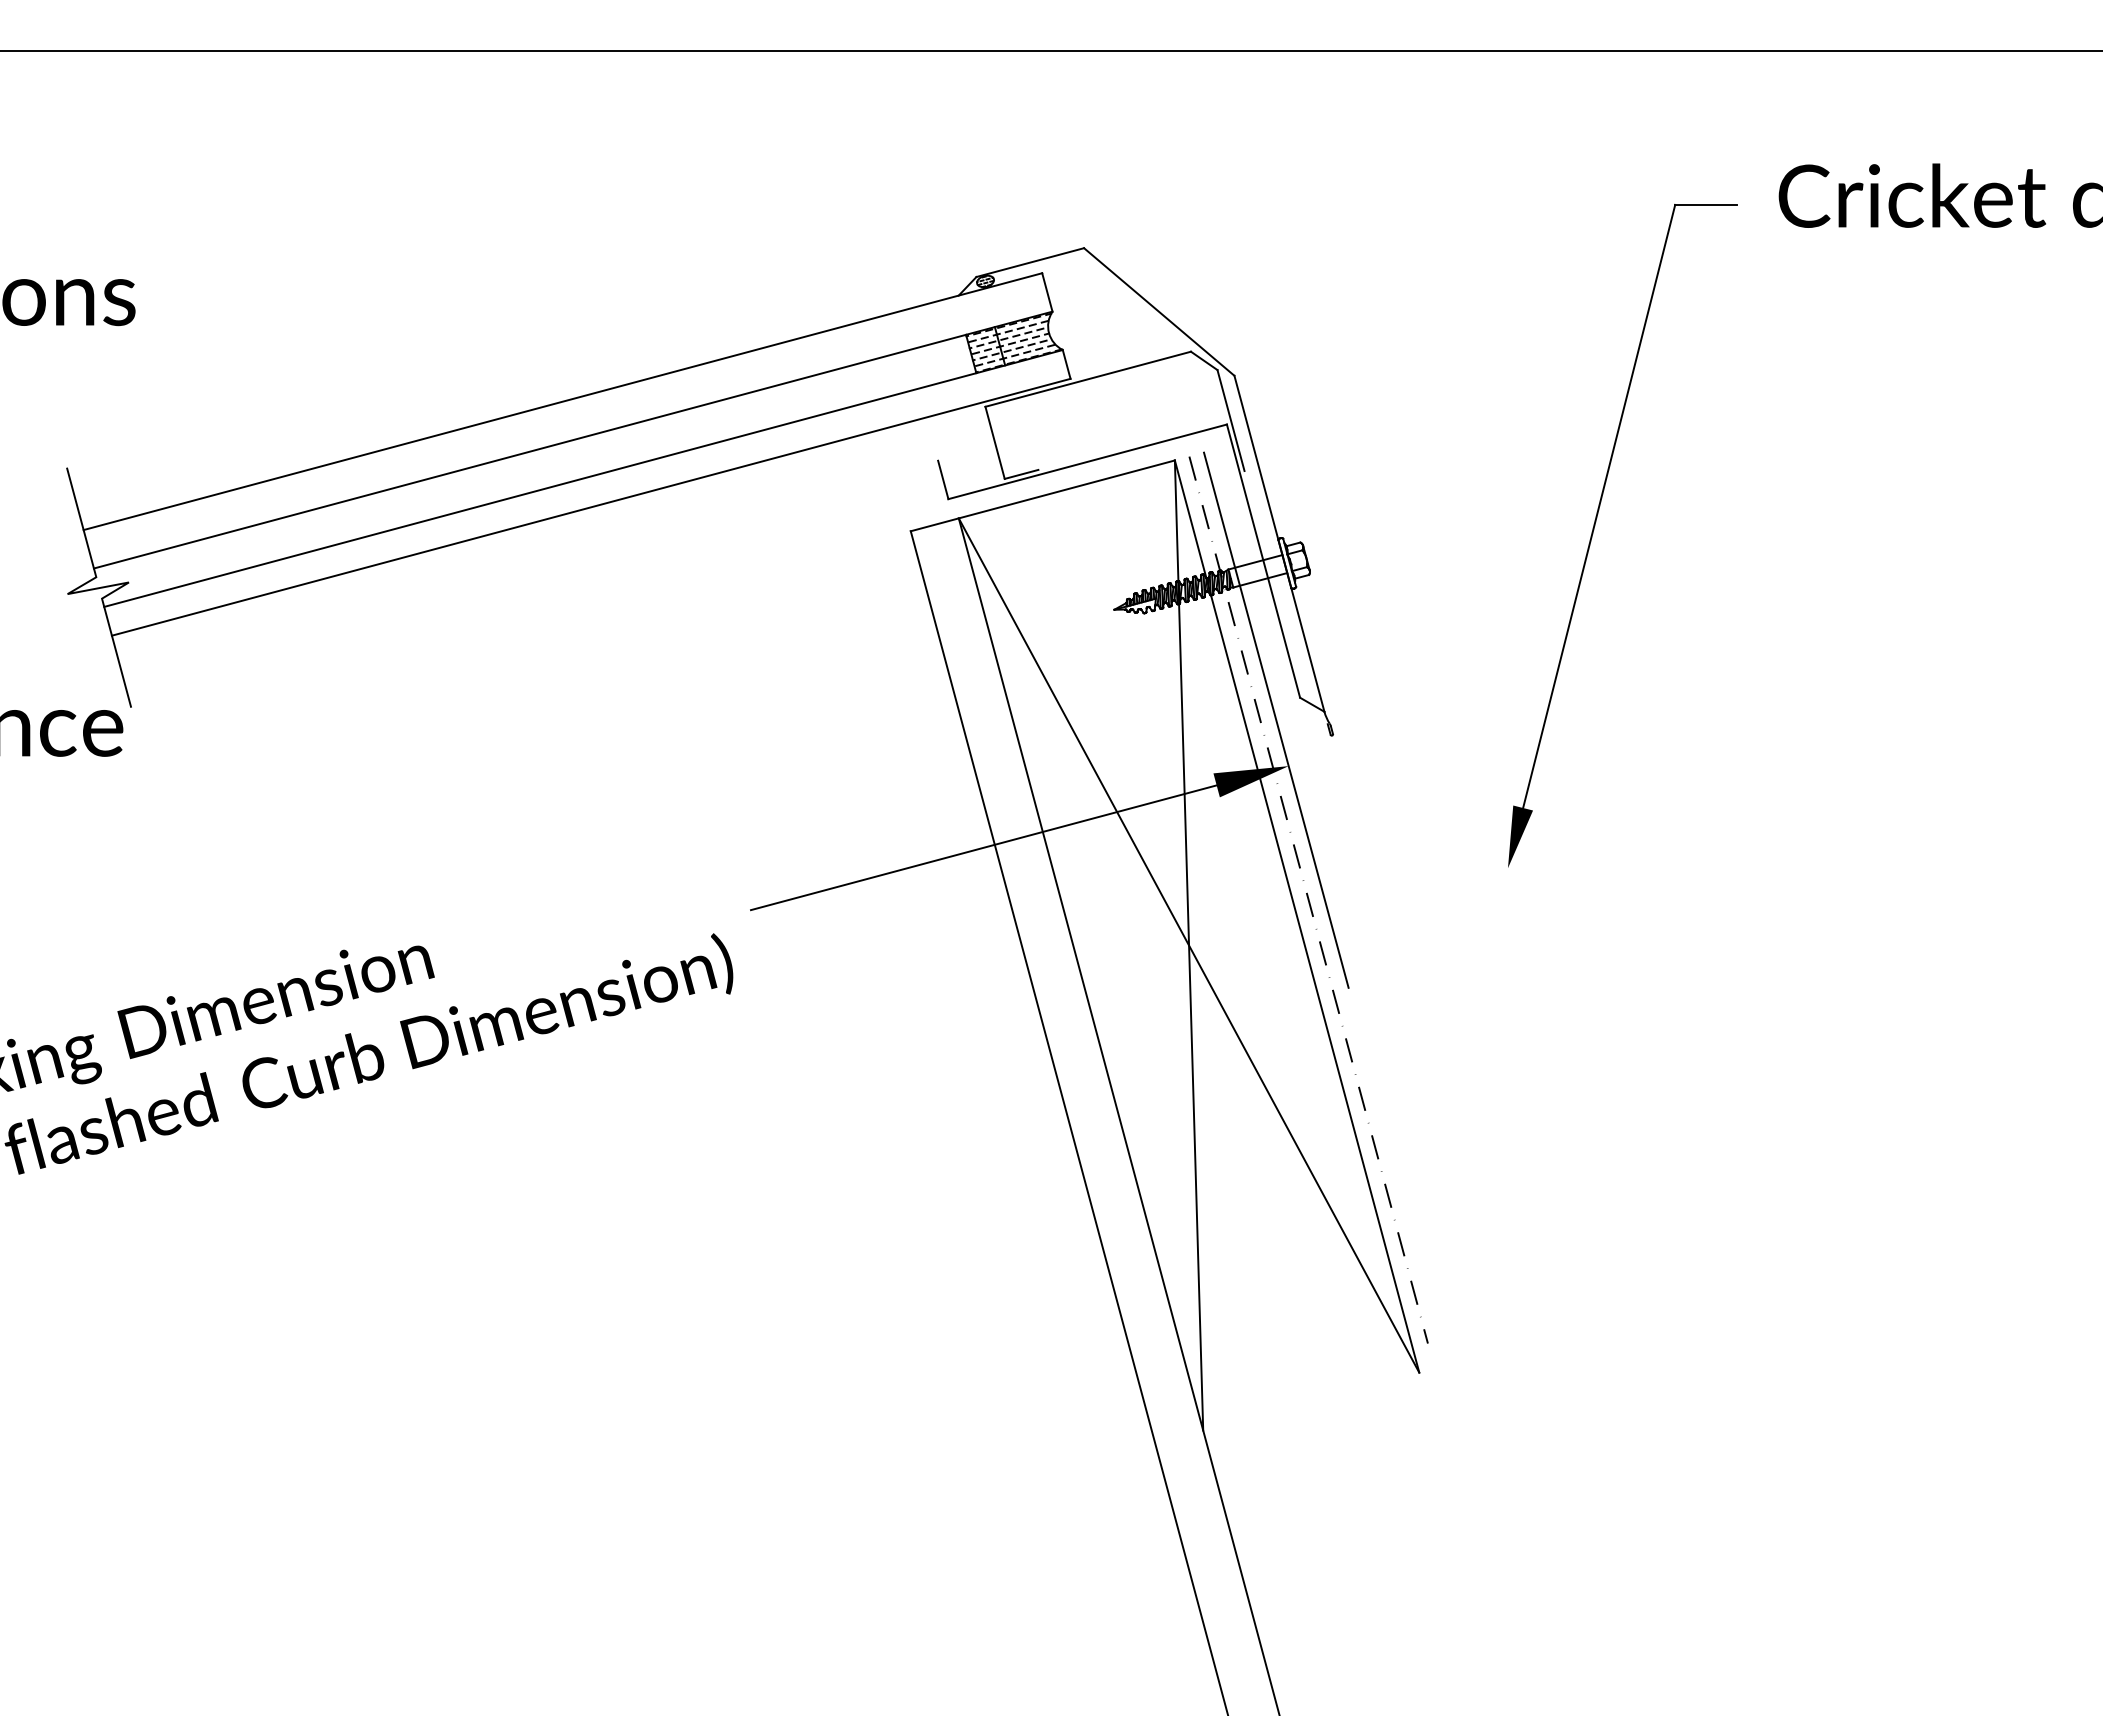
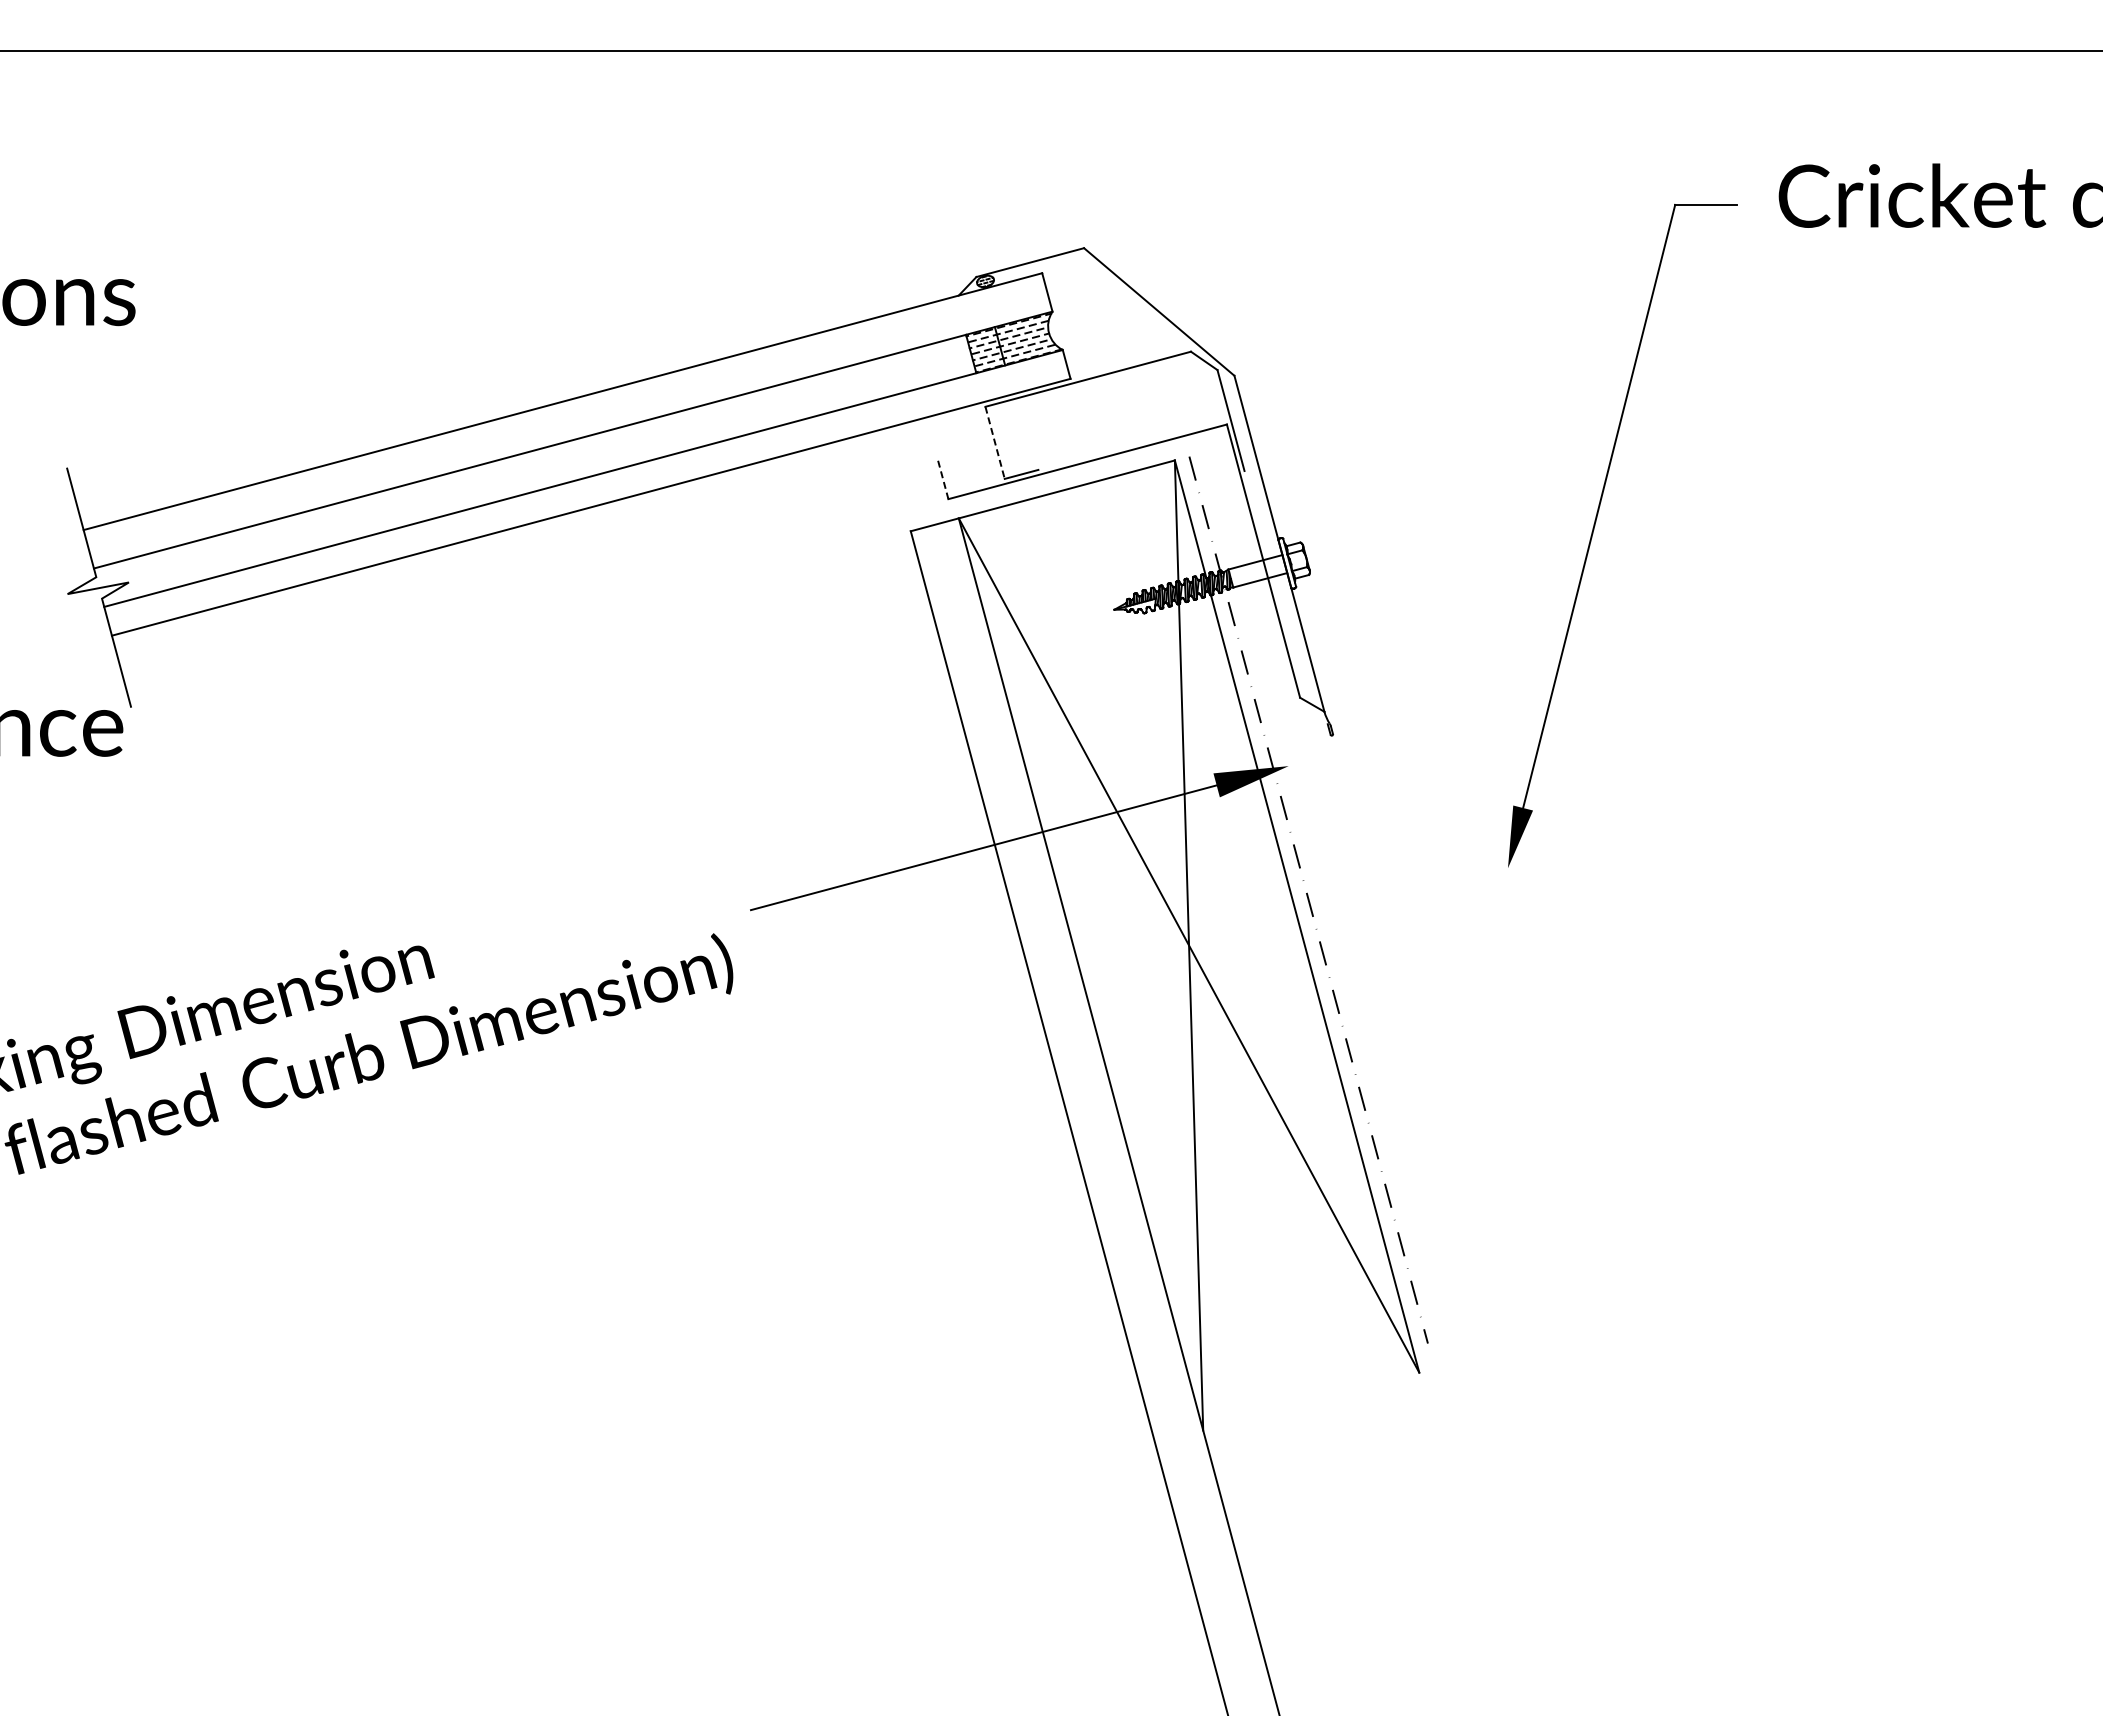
line at (995, 443): solid -> dashed
line at (943, 479): solid -> dashed
line at (1276, 719): present -> none
